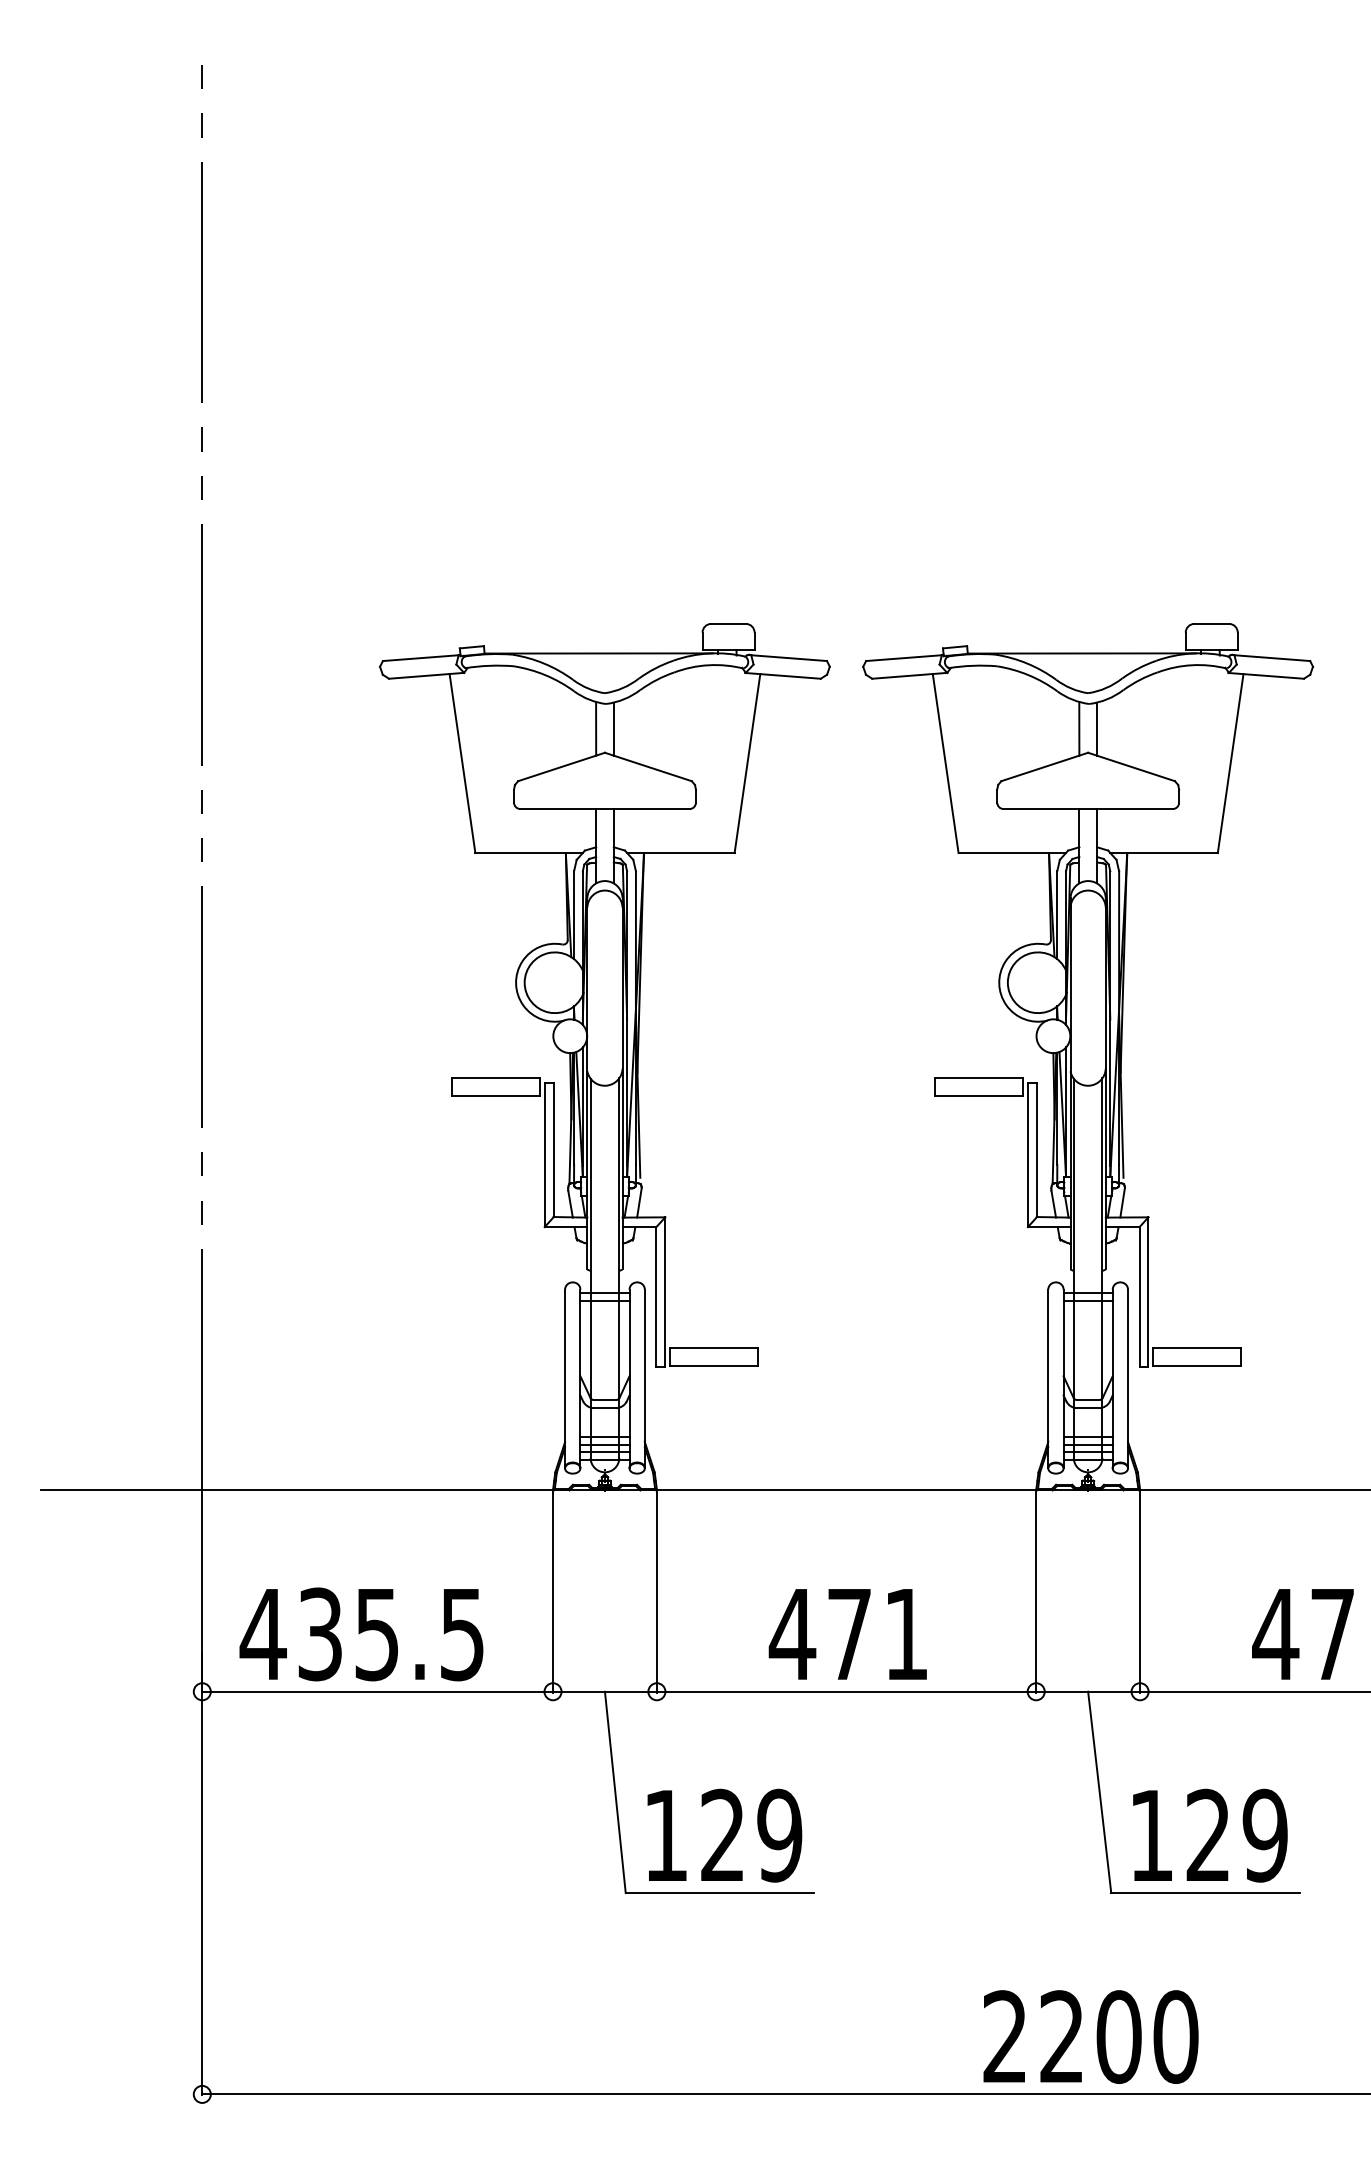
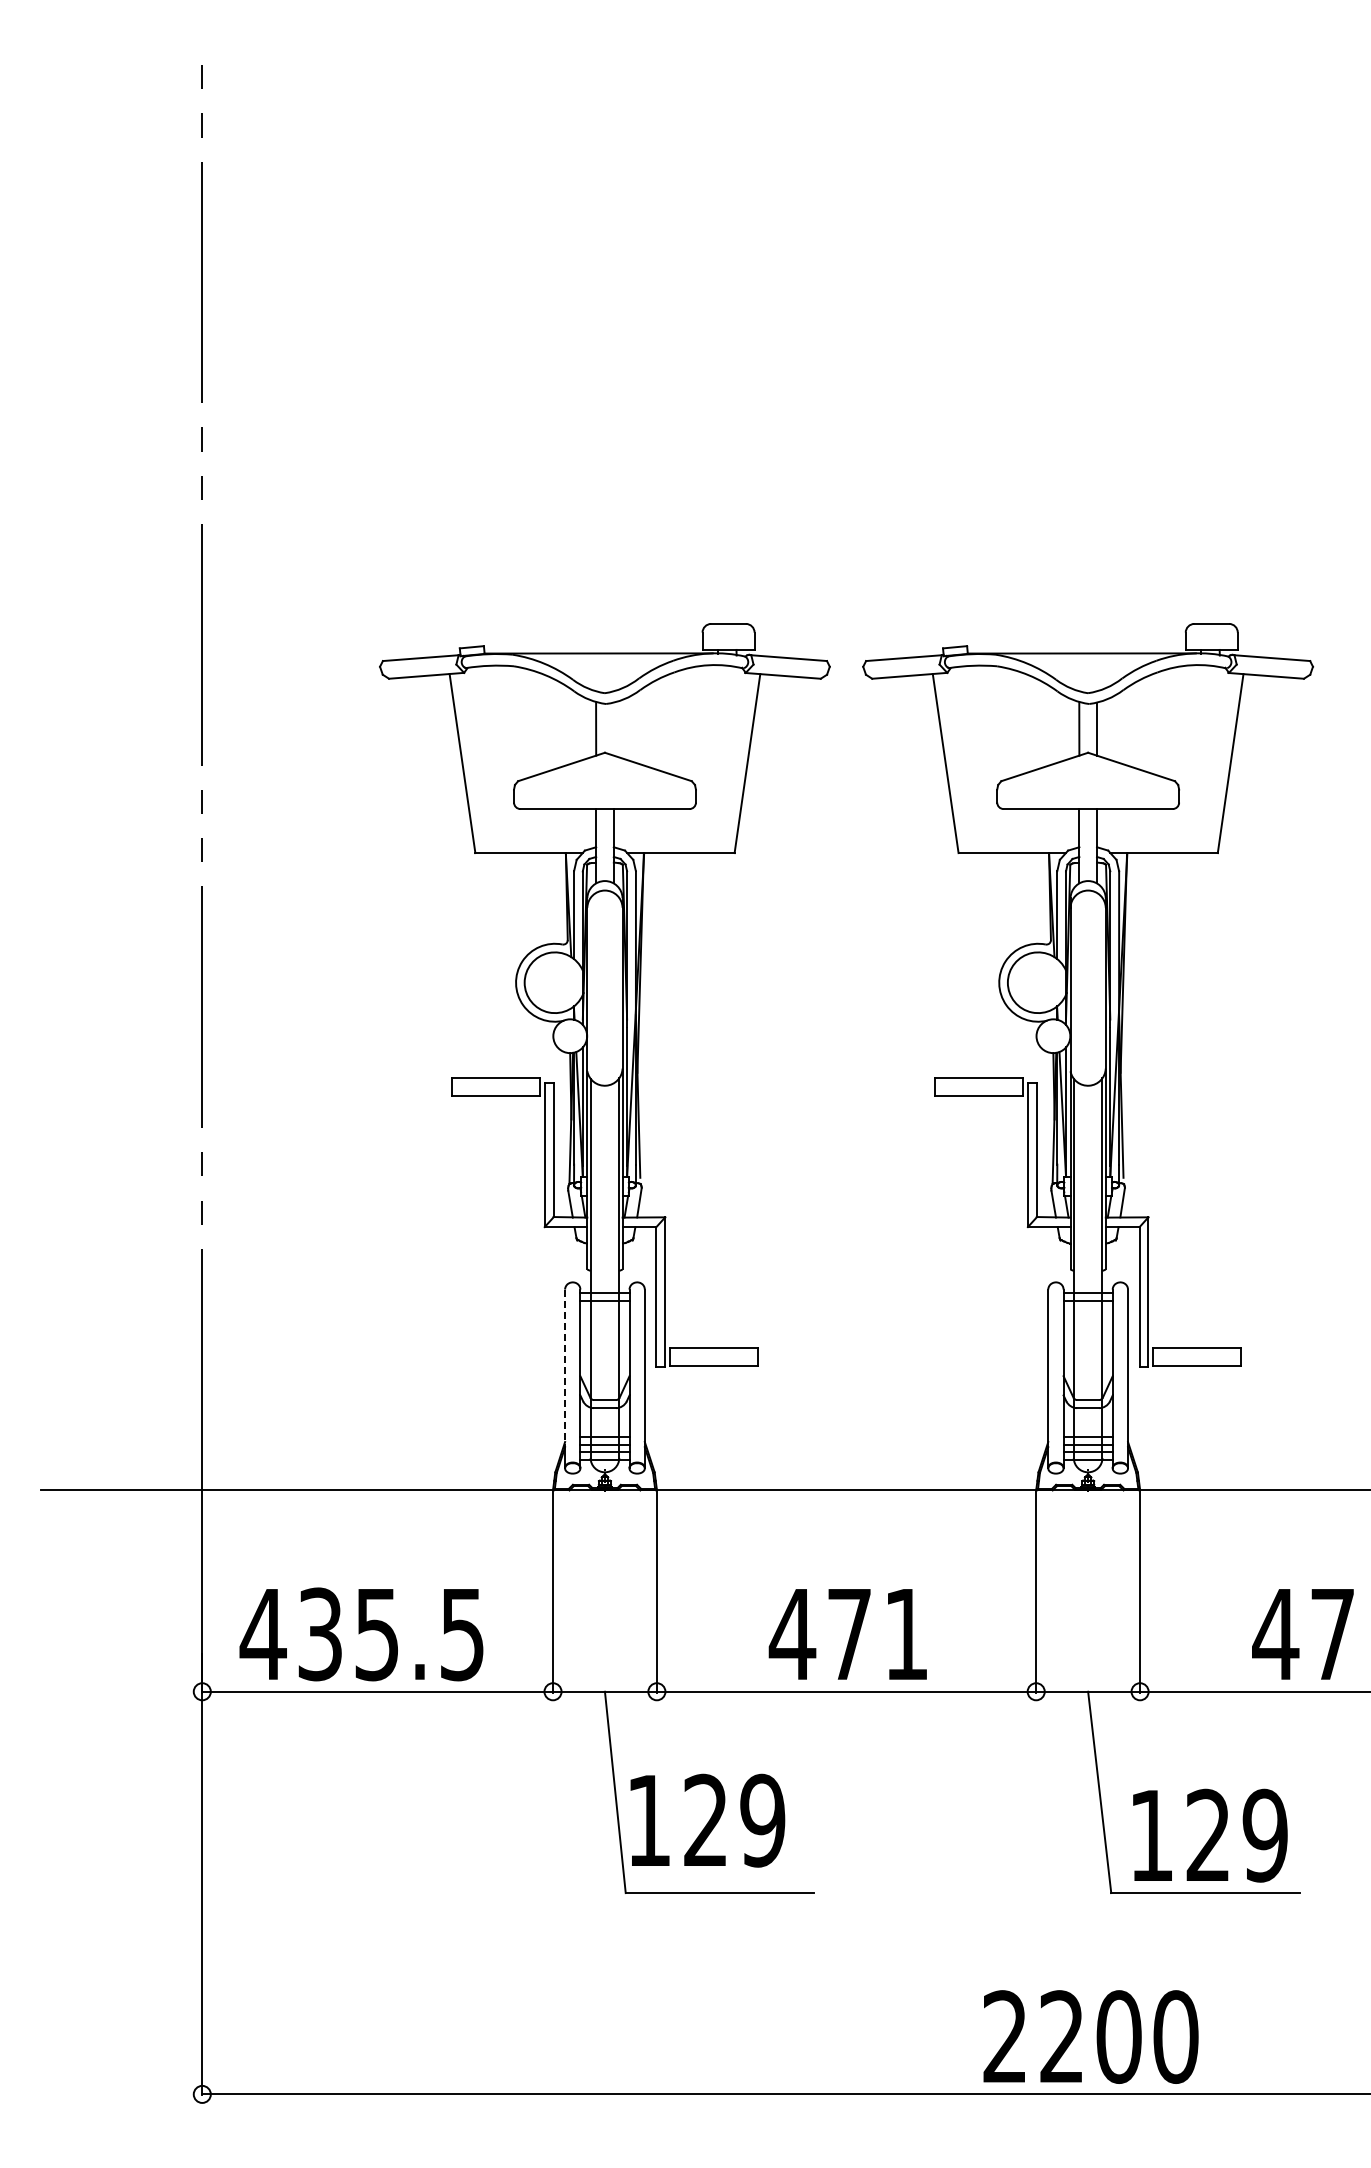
line at (613, 729): present -> none
line at (565, 1368): solid -> dashed
text at (724, 1835) position: (724, 1835) -> (707, 1820)
